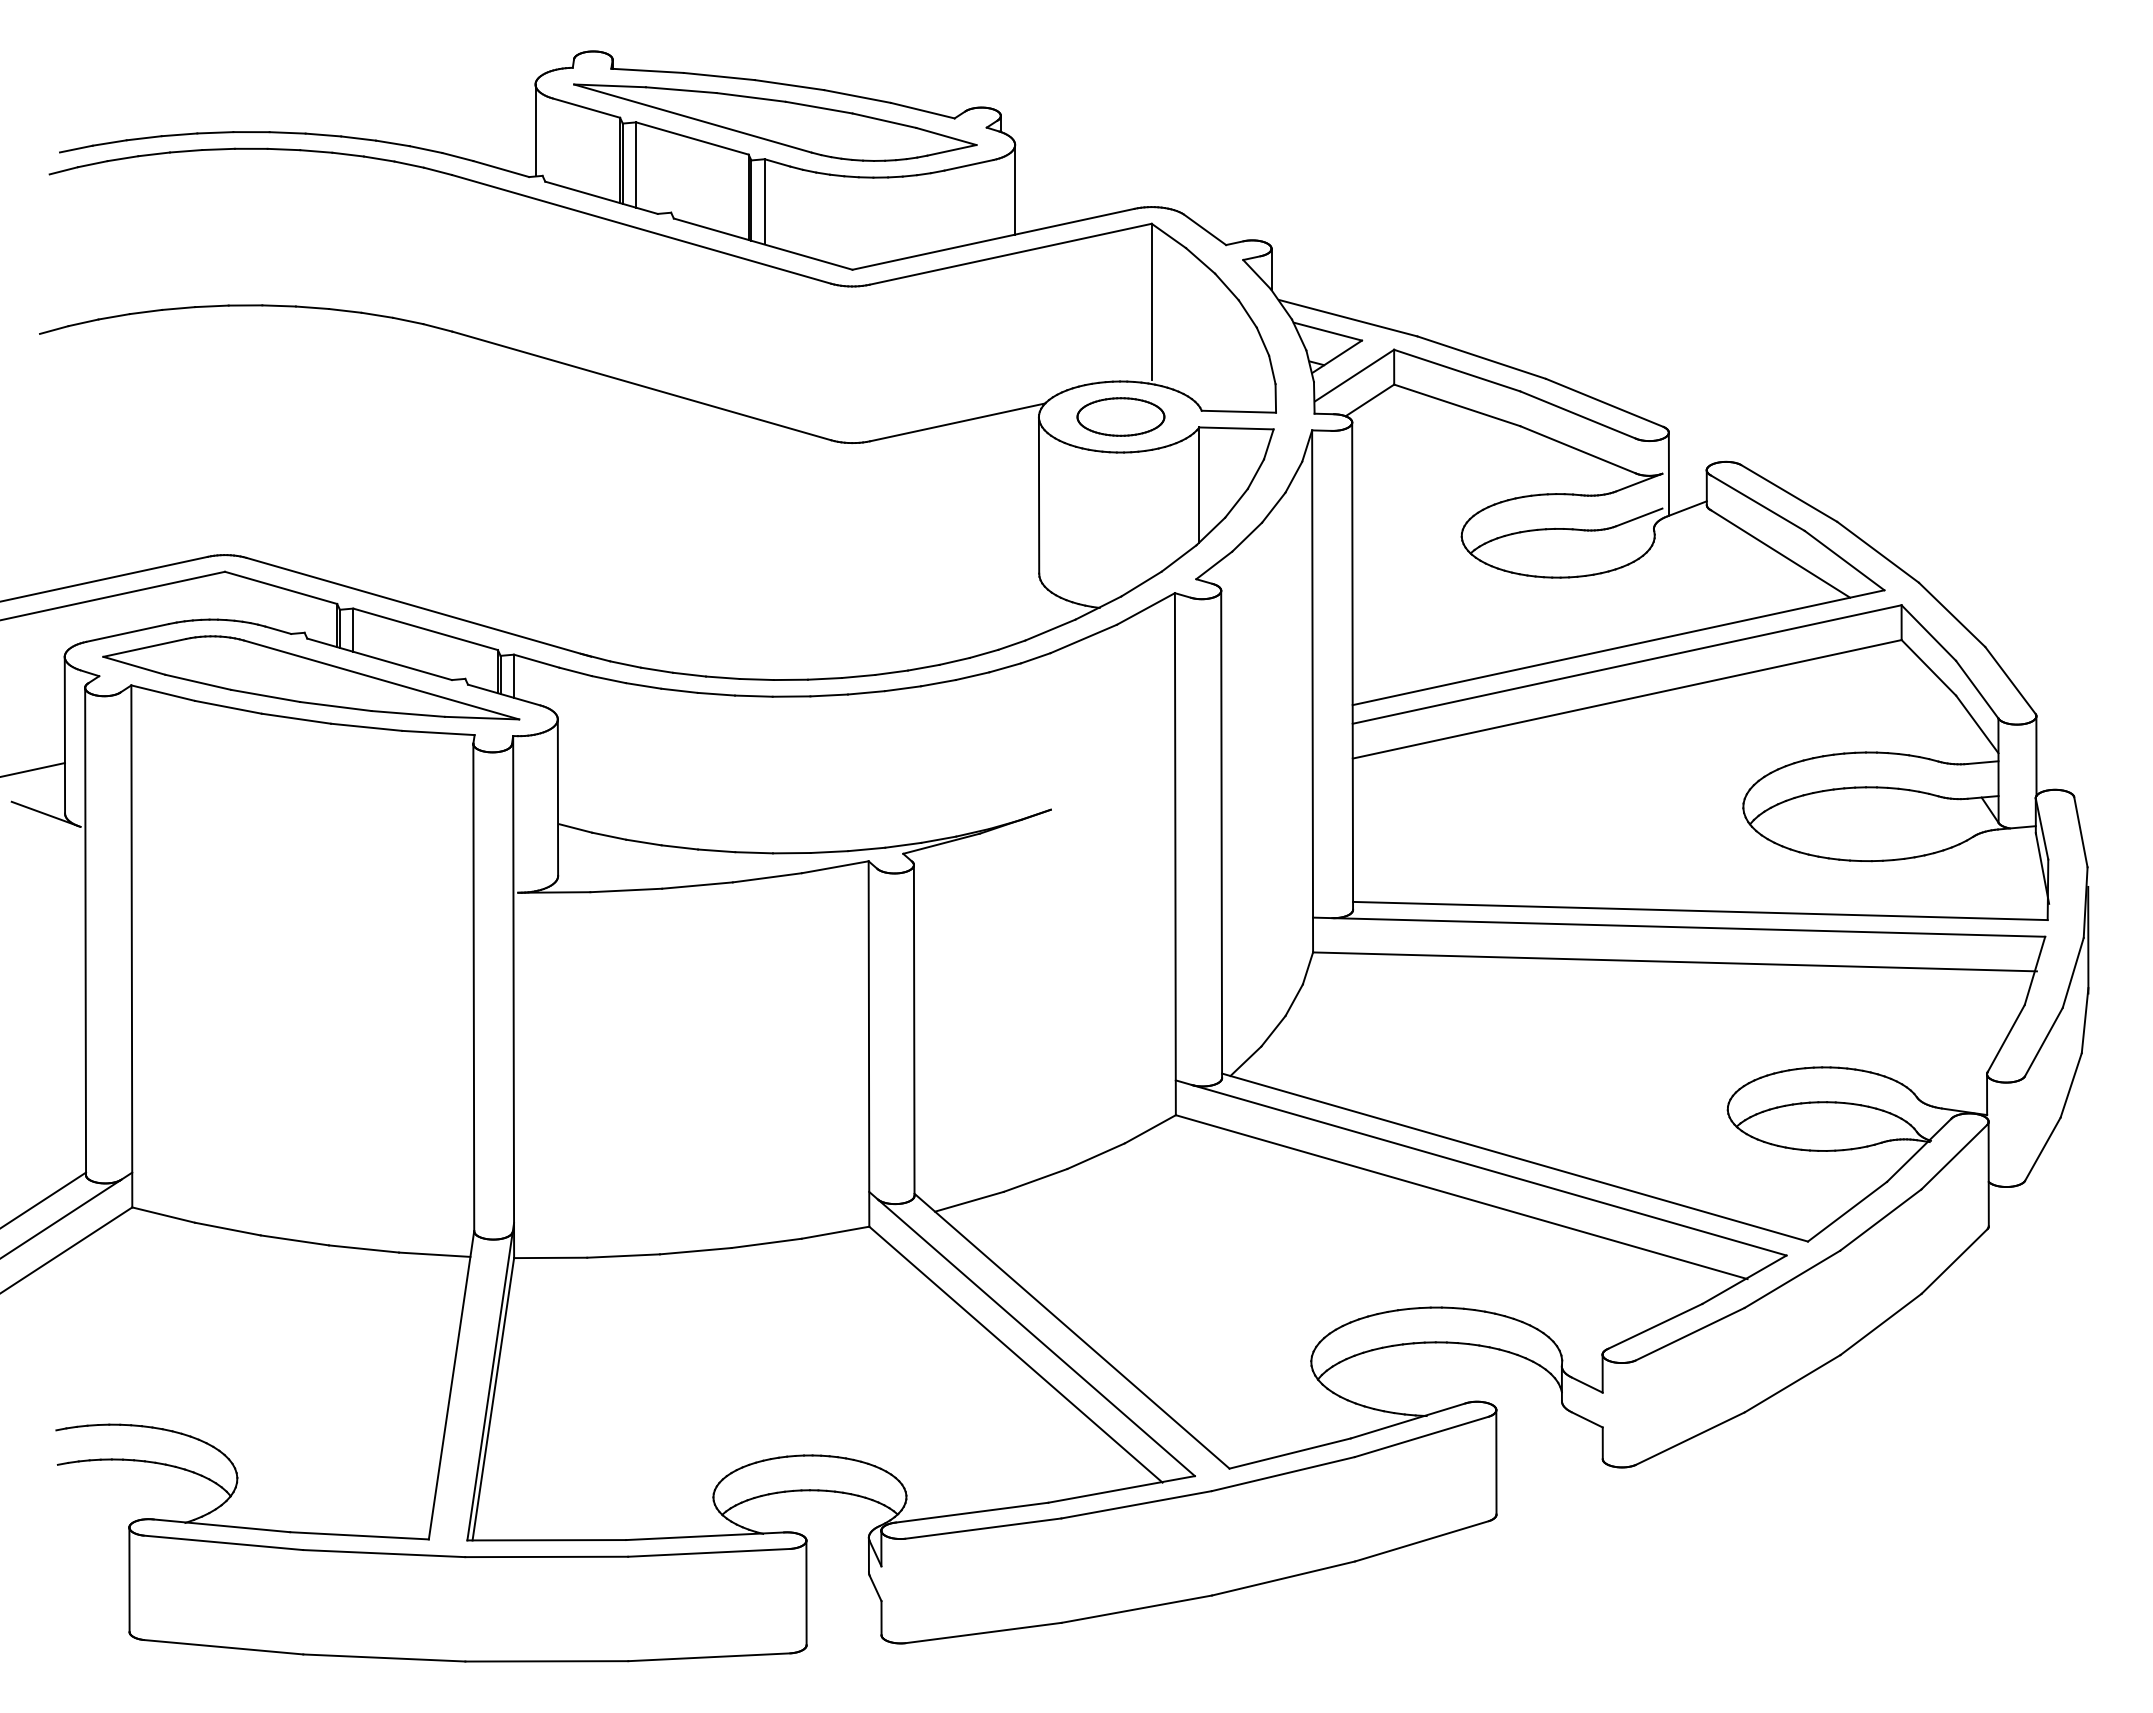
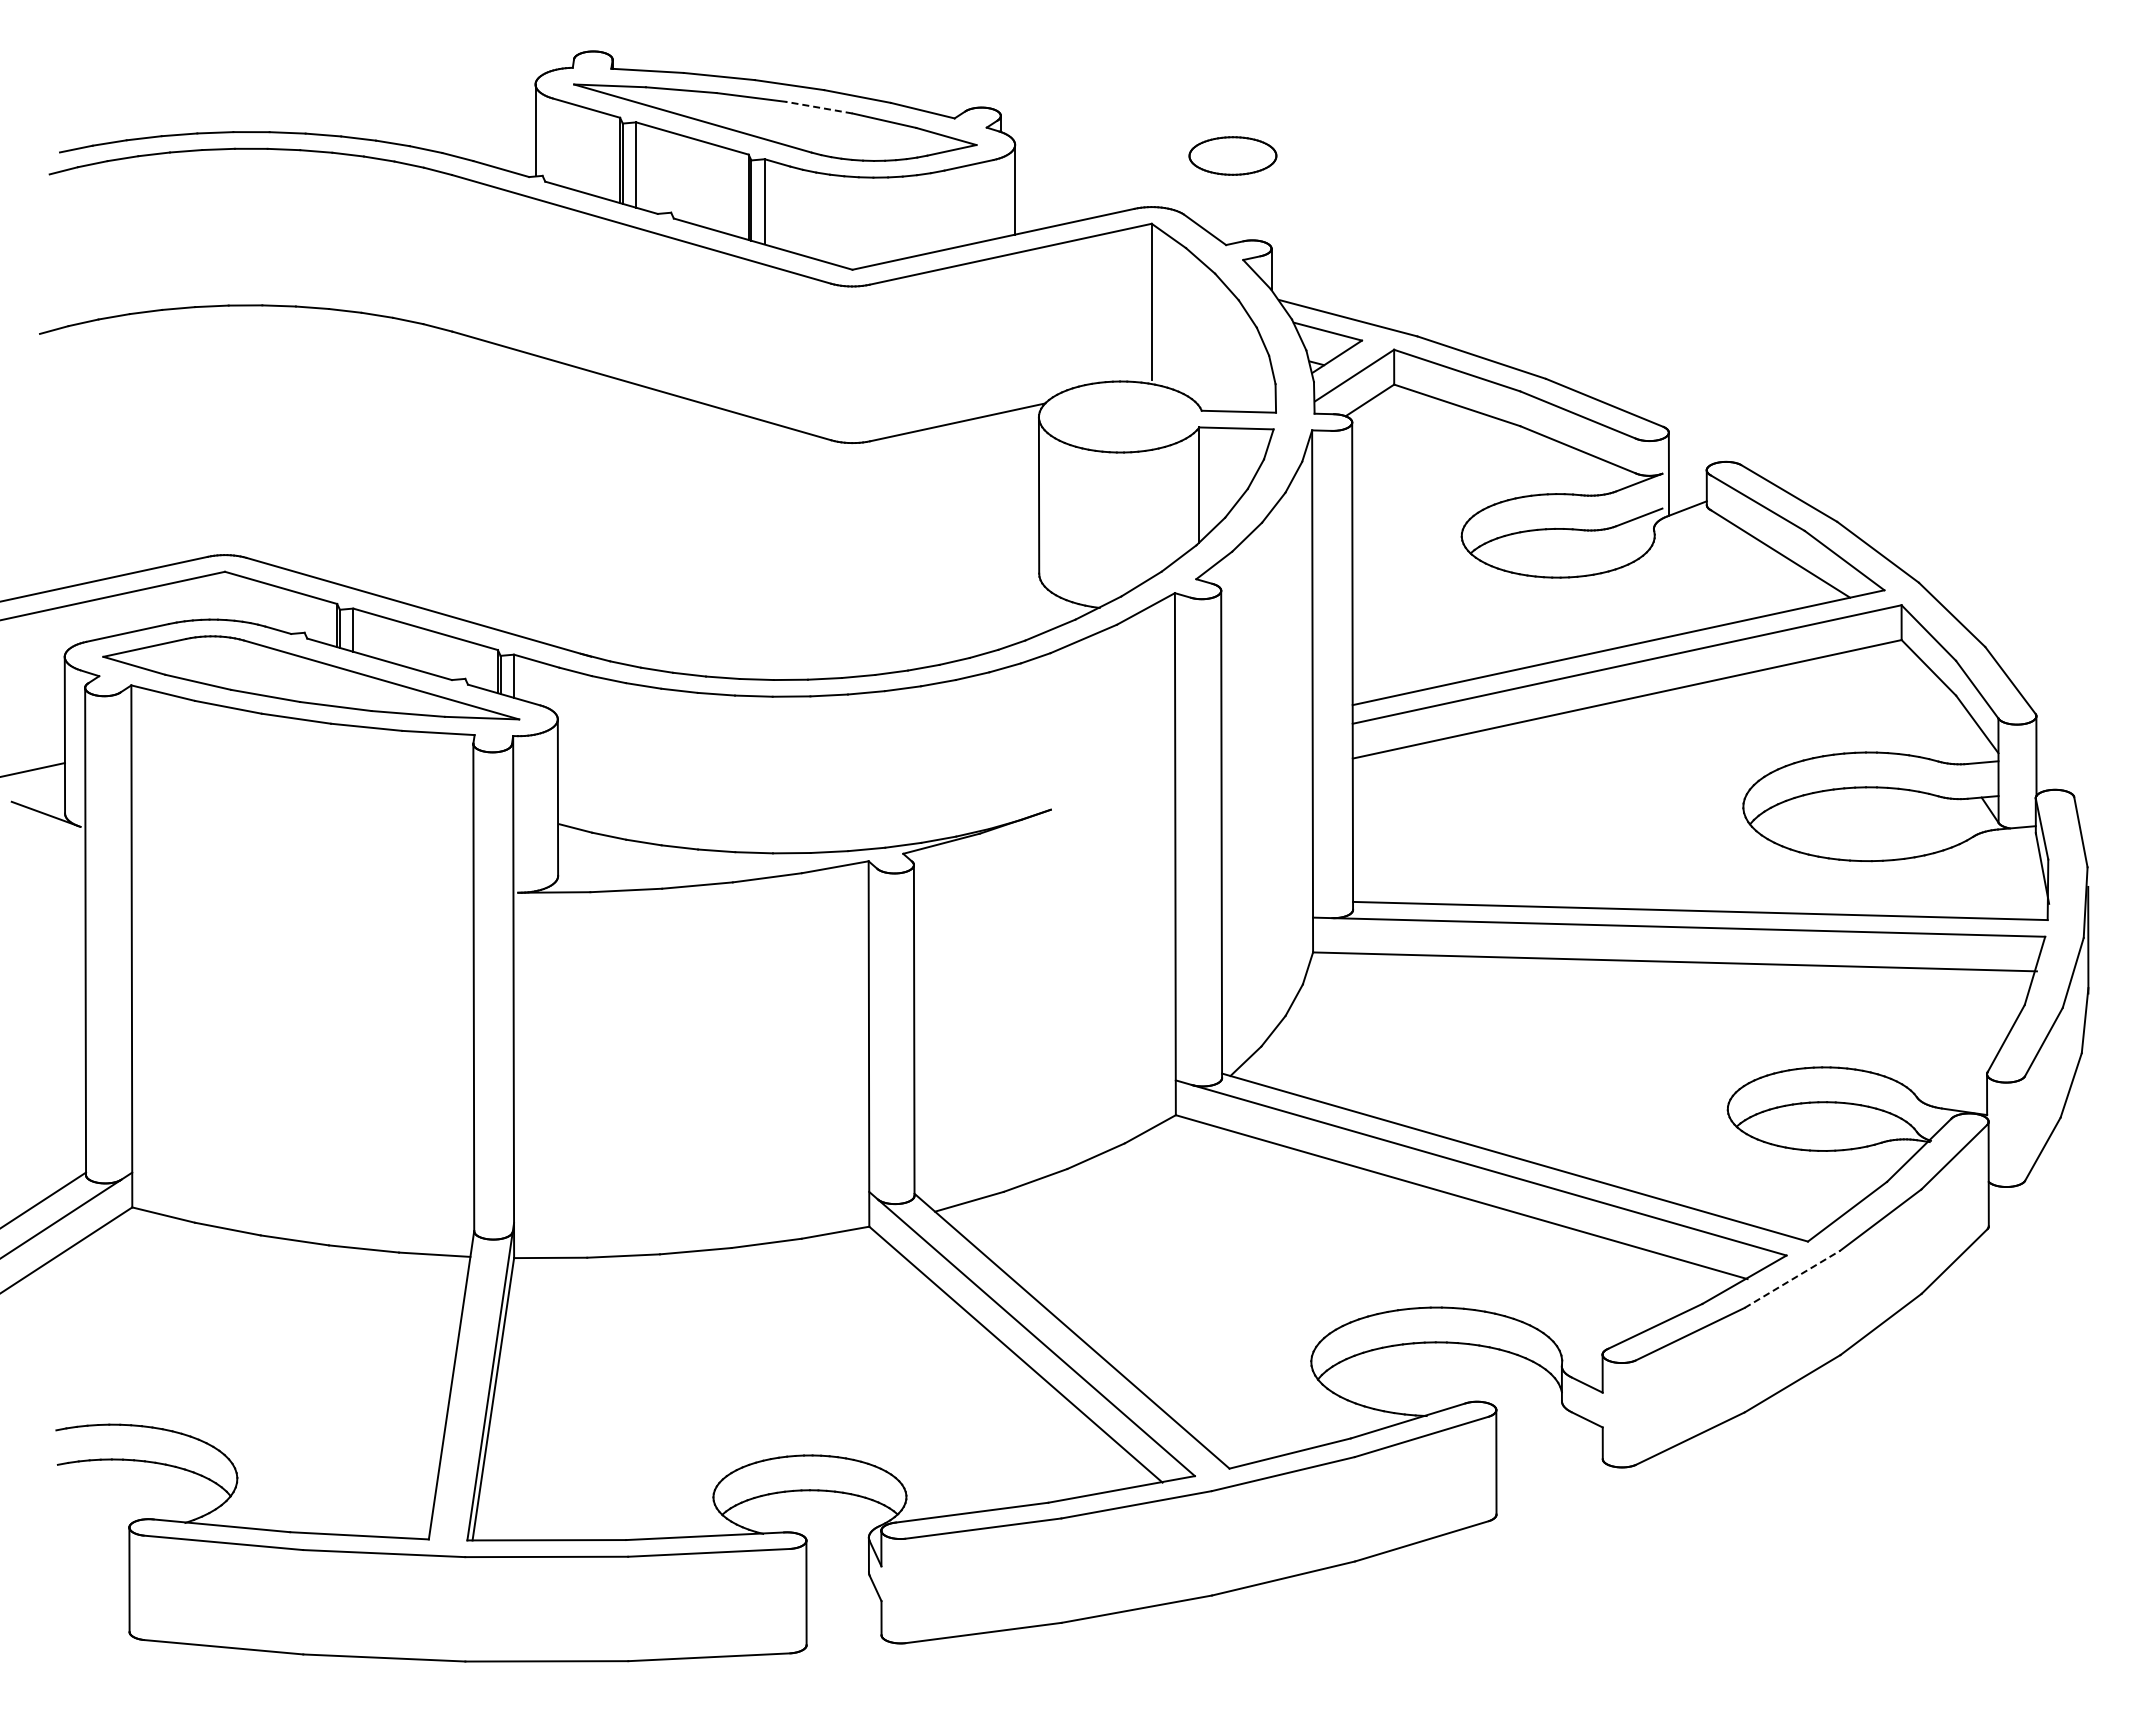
line at (819, 107): solid -> dashed
part at (1120, 416) position: (1120, 416) -> (1232, 155)
line at (1792, 1279): solid -> dashed
